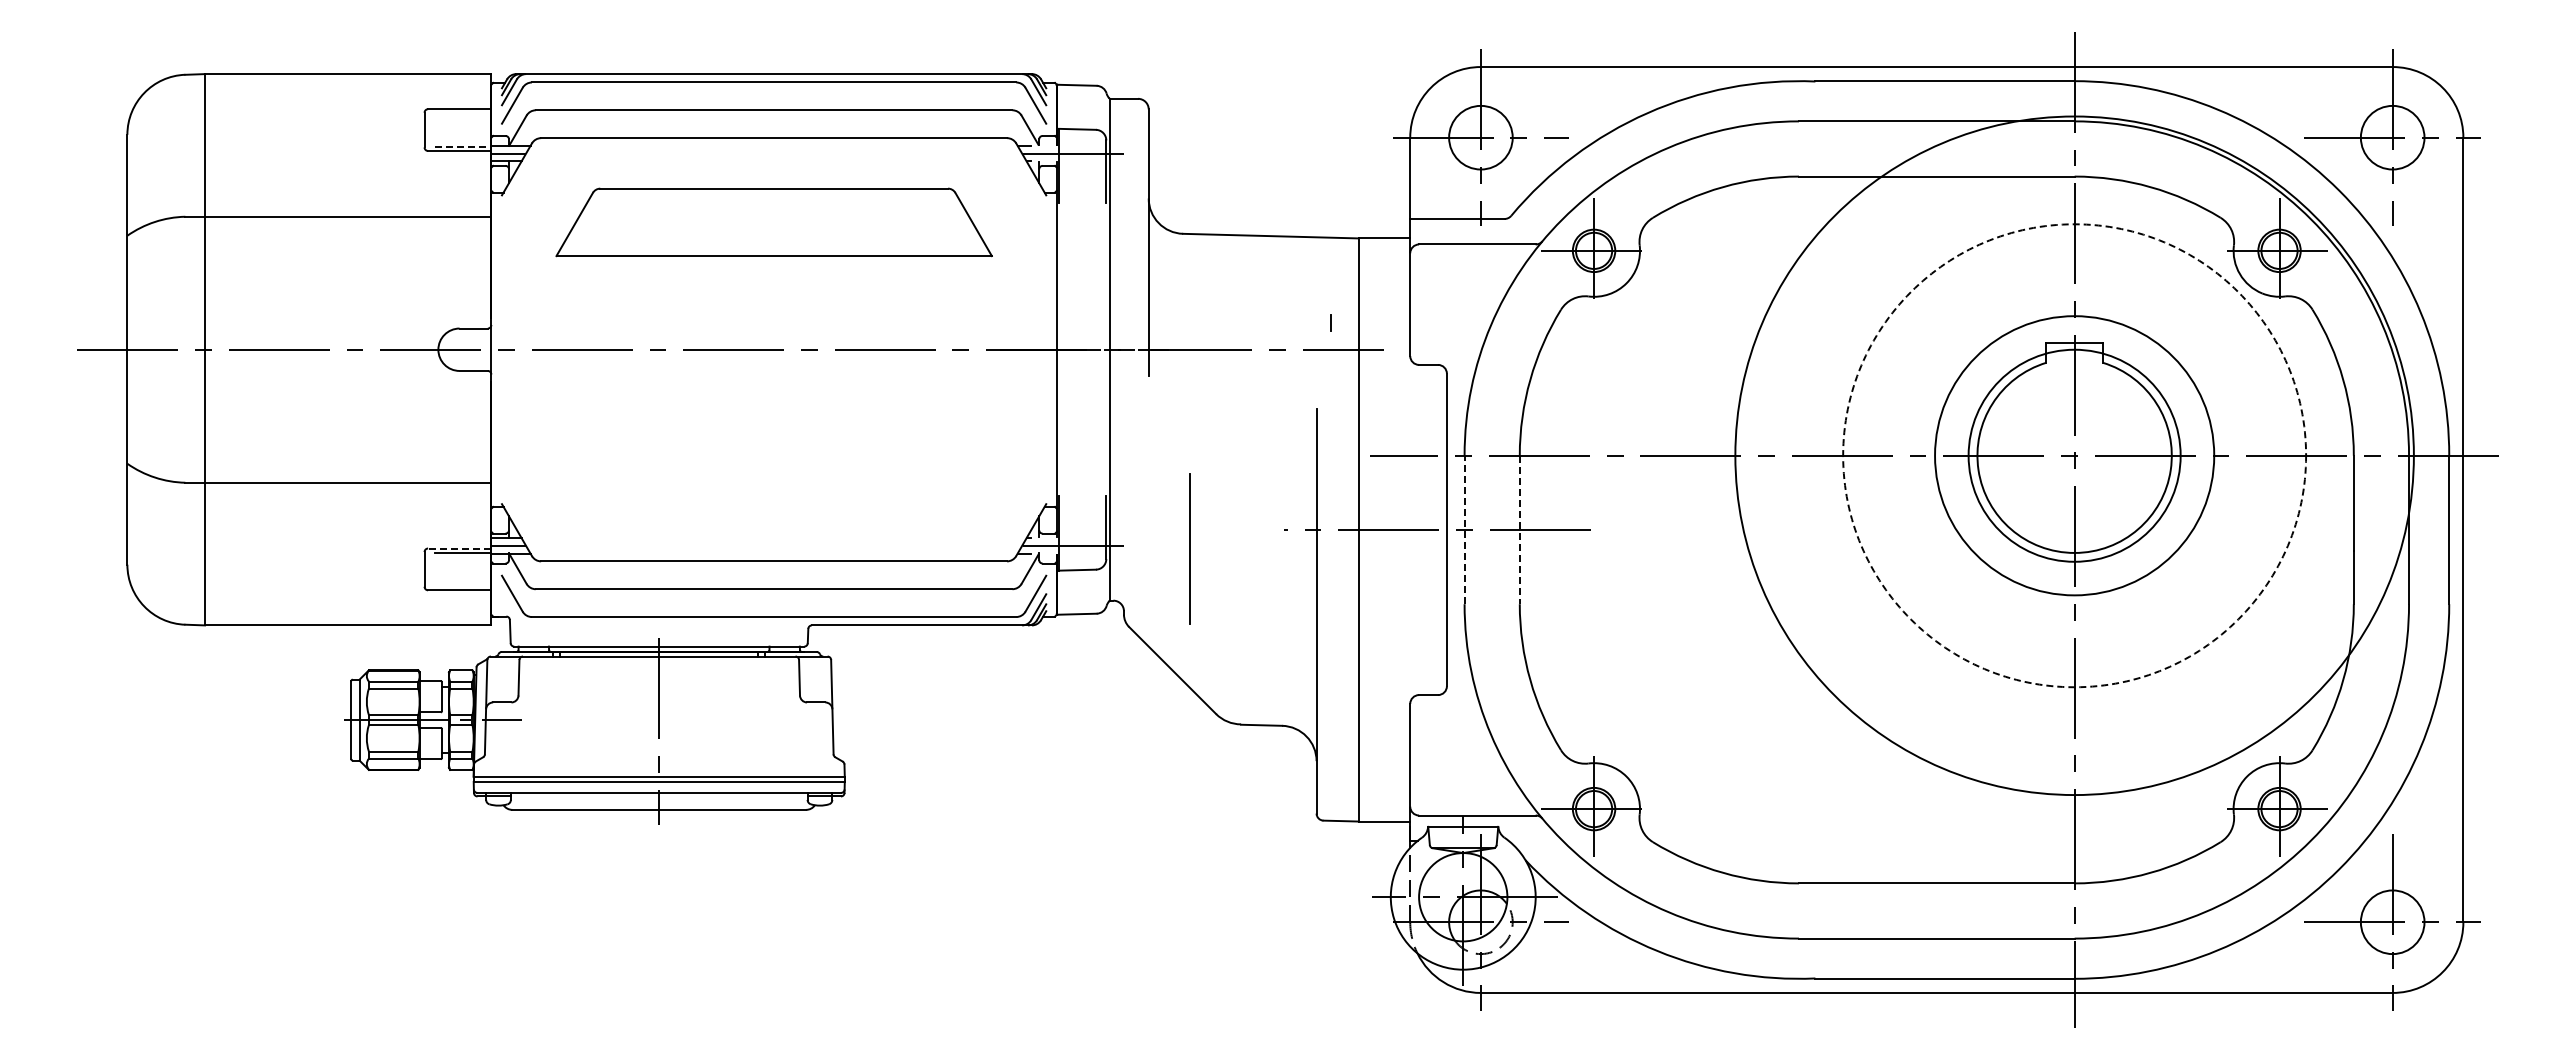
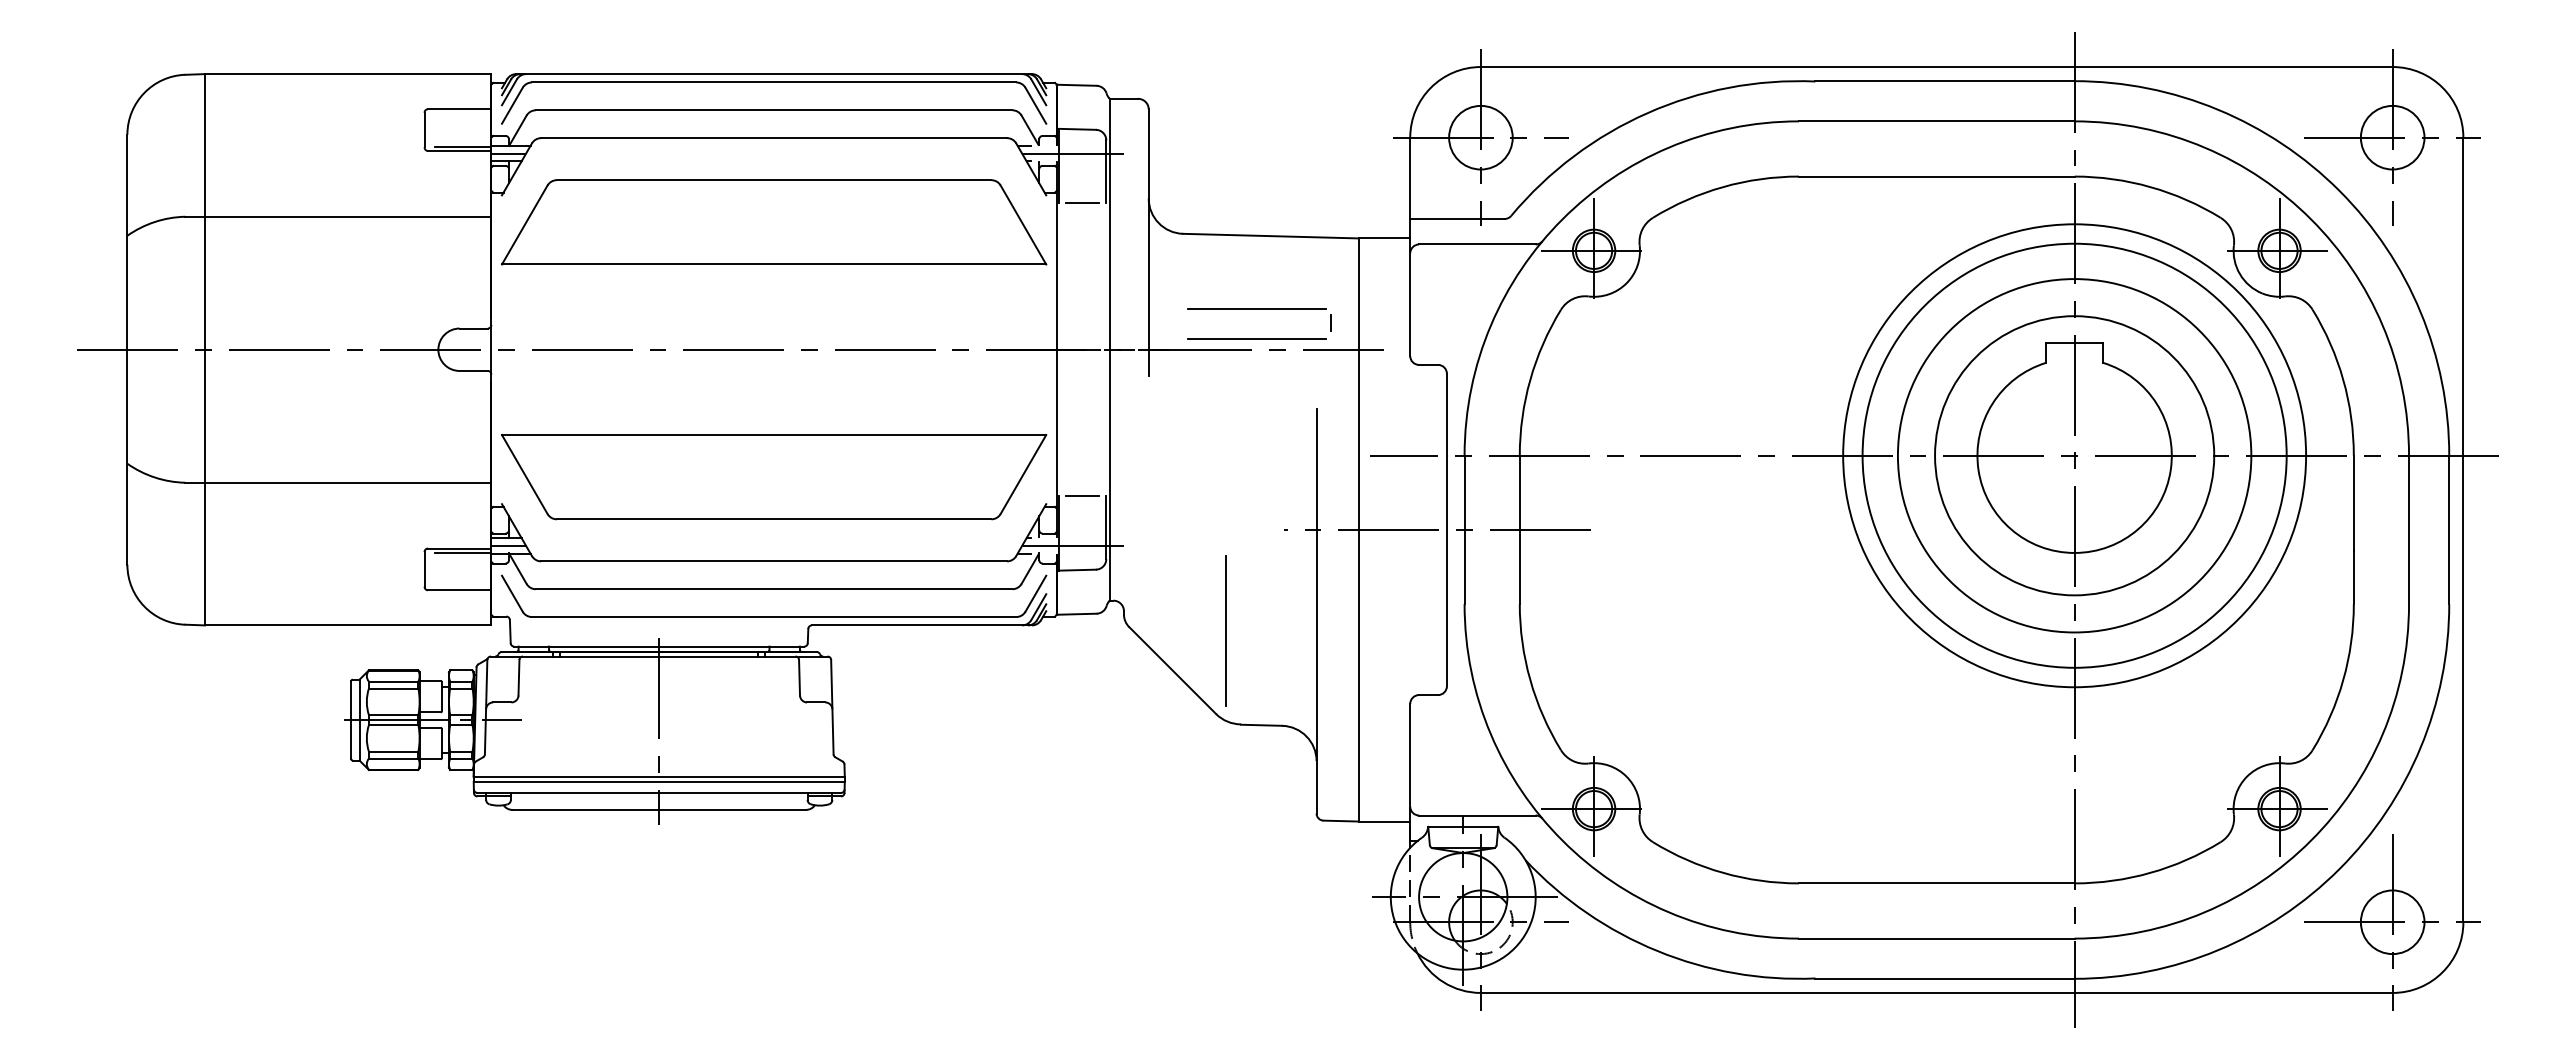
line at (463, 146): dashed -> solid
line at (1082, 203): none -> present
part at (773, 222) size: 438x71 px -> 547x87 px
line at (1256, 309): none -> present
line at (1256, 339): none -> present
circle at (2074, 455) diameter: 212 px -> 353 px
circle at (2074, 455) diameter: 679 px -> 424 px
circle at (2074, 455): dashed -> solid
part at (774, 477): none -> present
line at (1082, 496): none -> present
line at (1464, 529): dashed -> solid
line at (1519, 530): dashed -> solid
line at (459, 548): dashed -> solid
line at (1189, 548) position: (1189, 548) -> (1225, 630)
